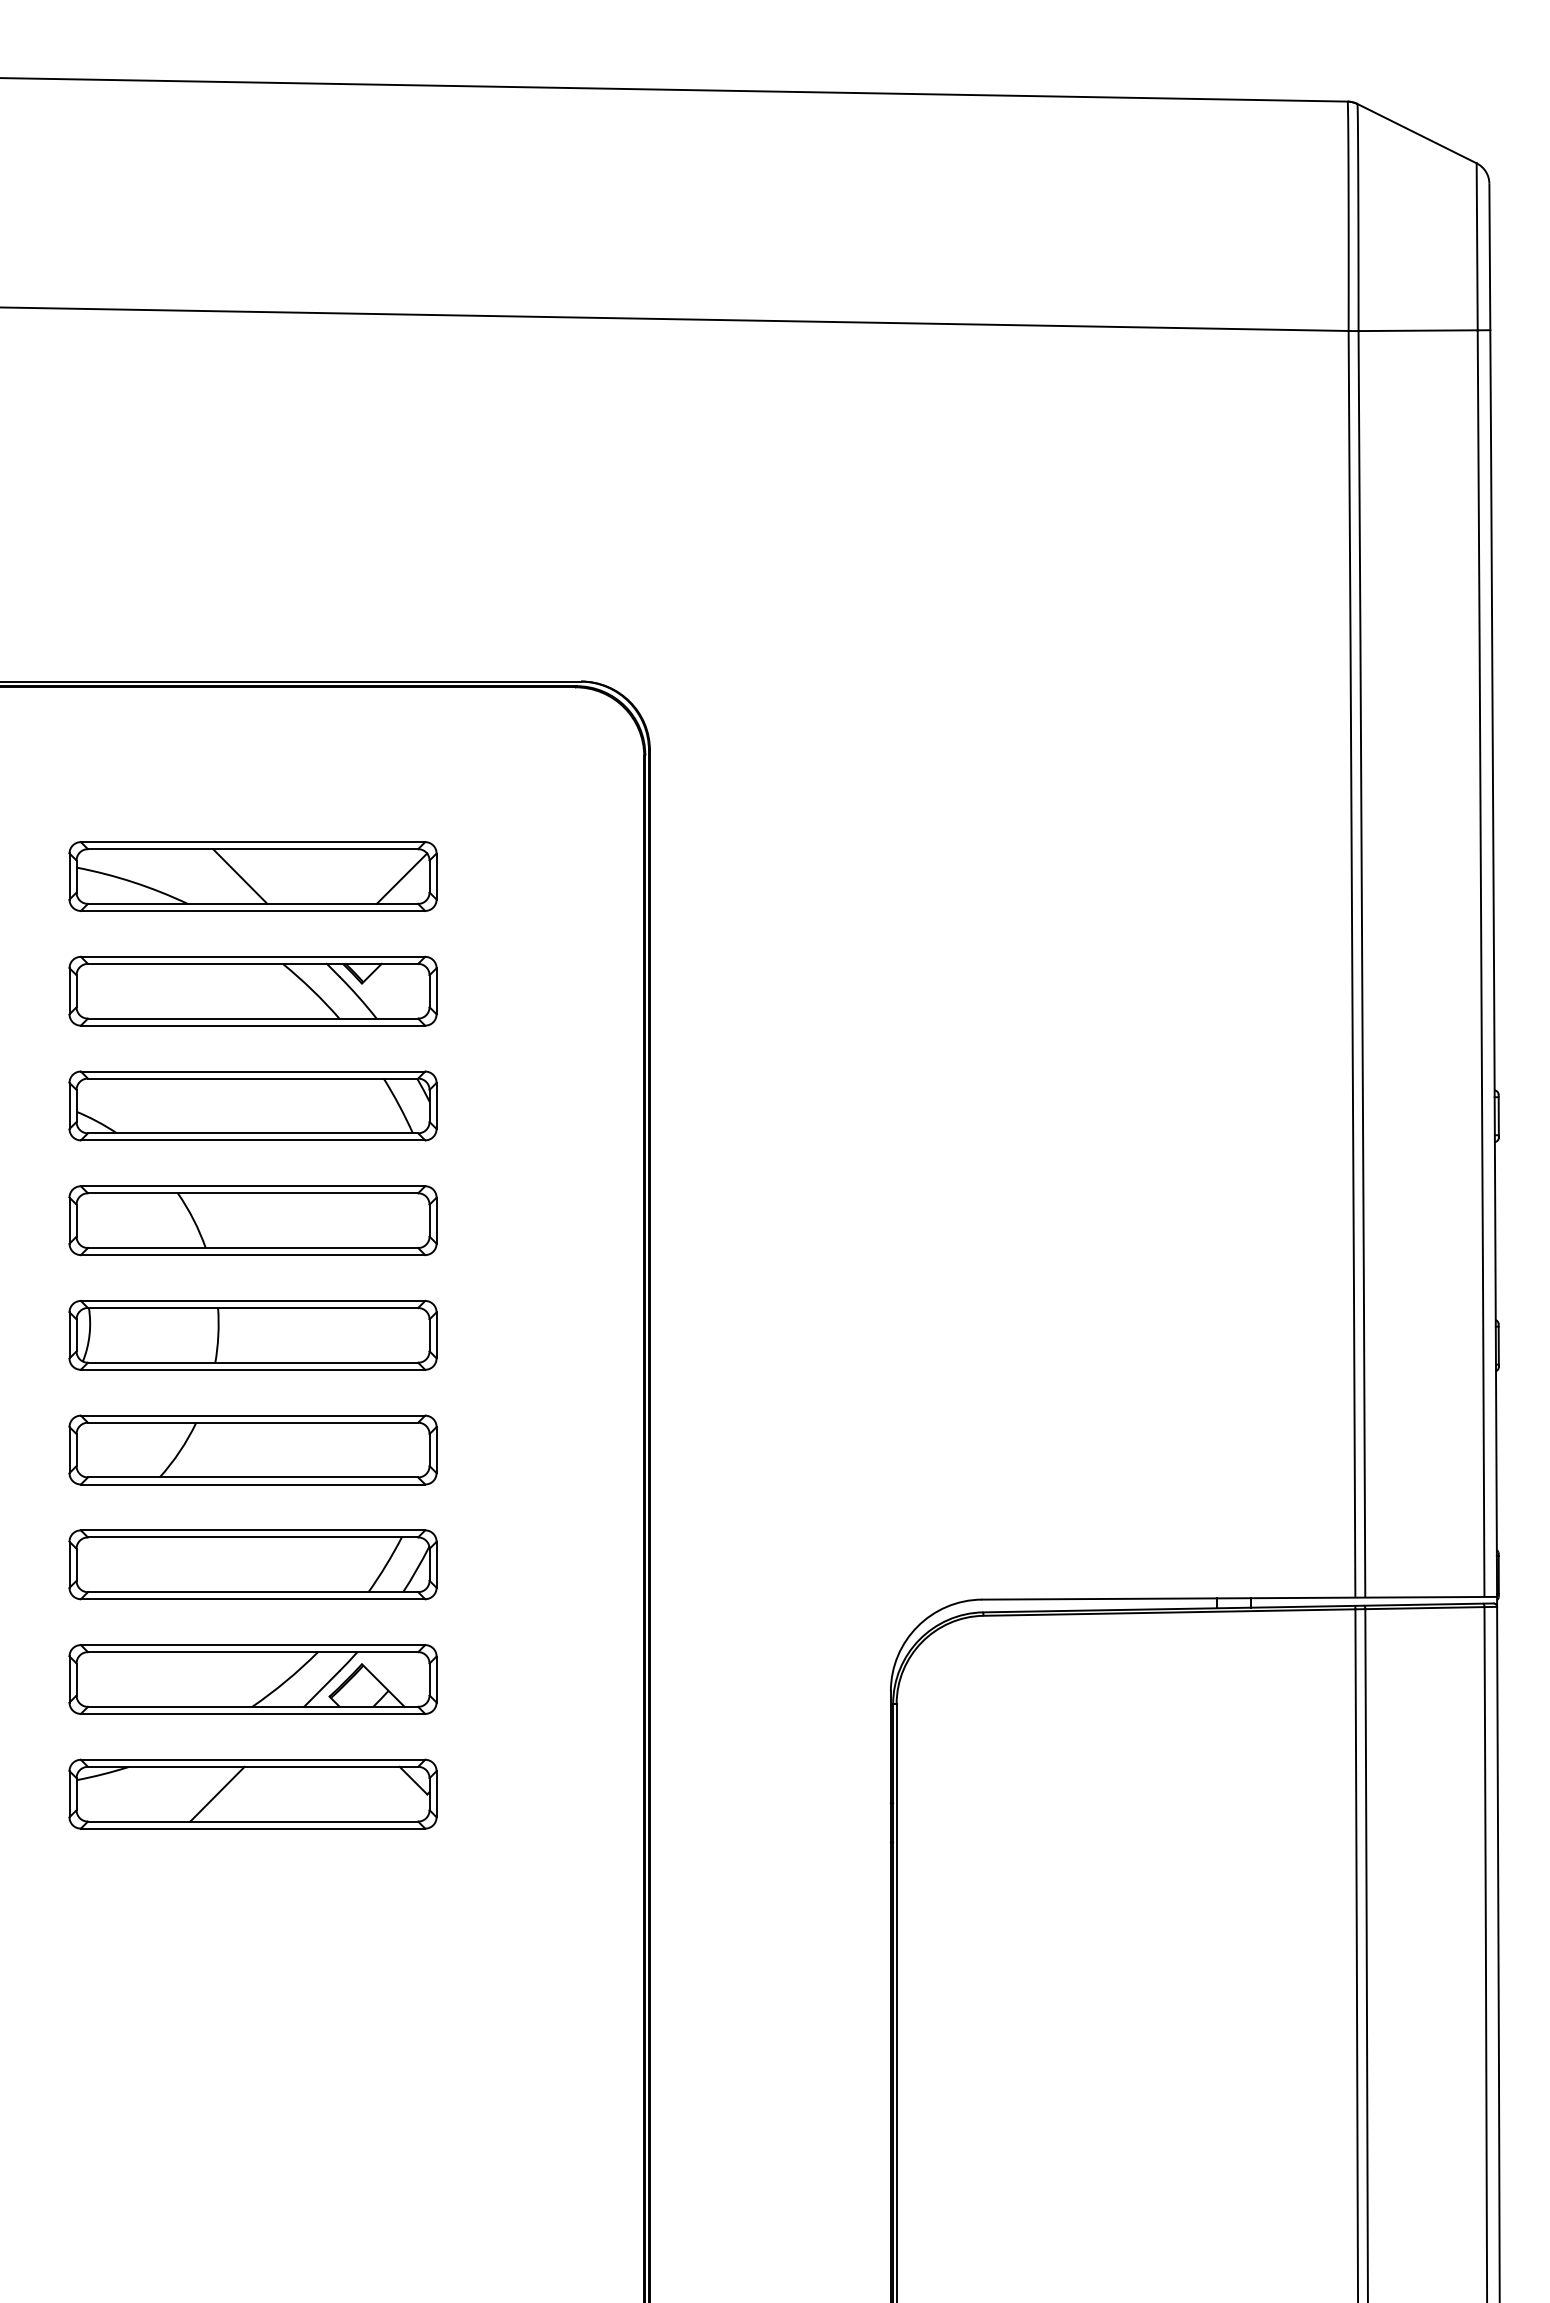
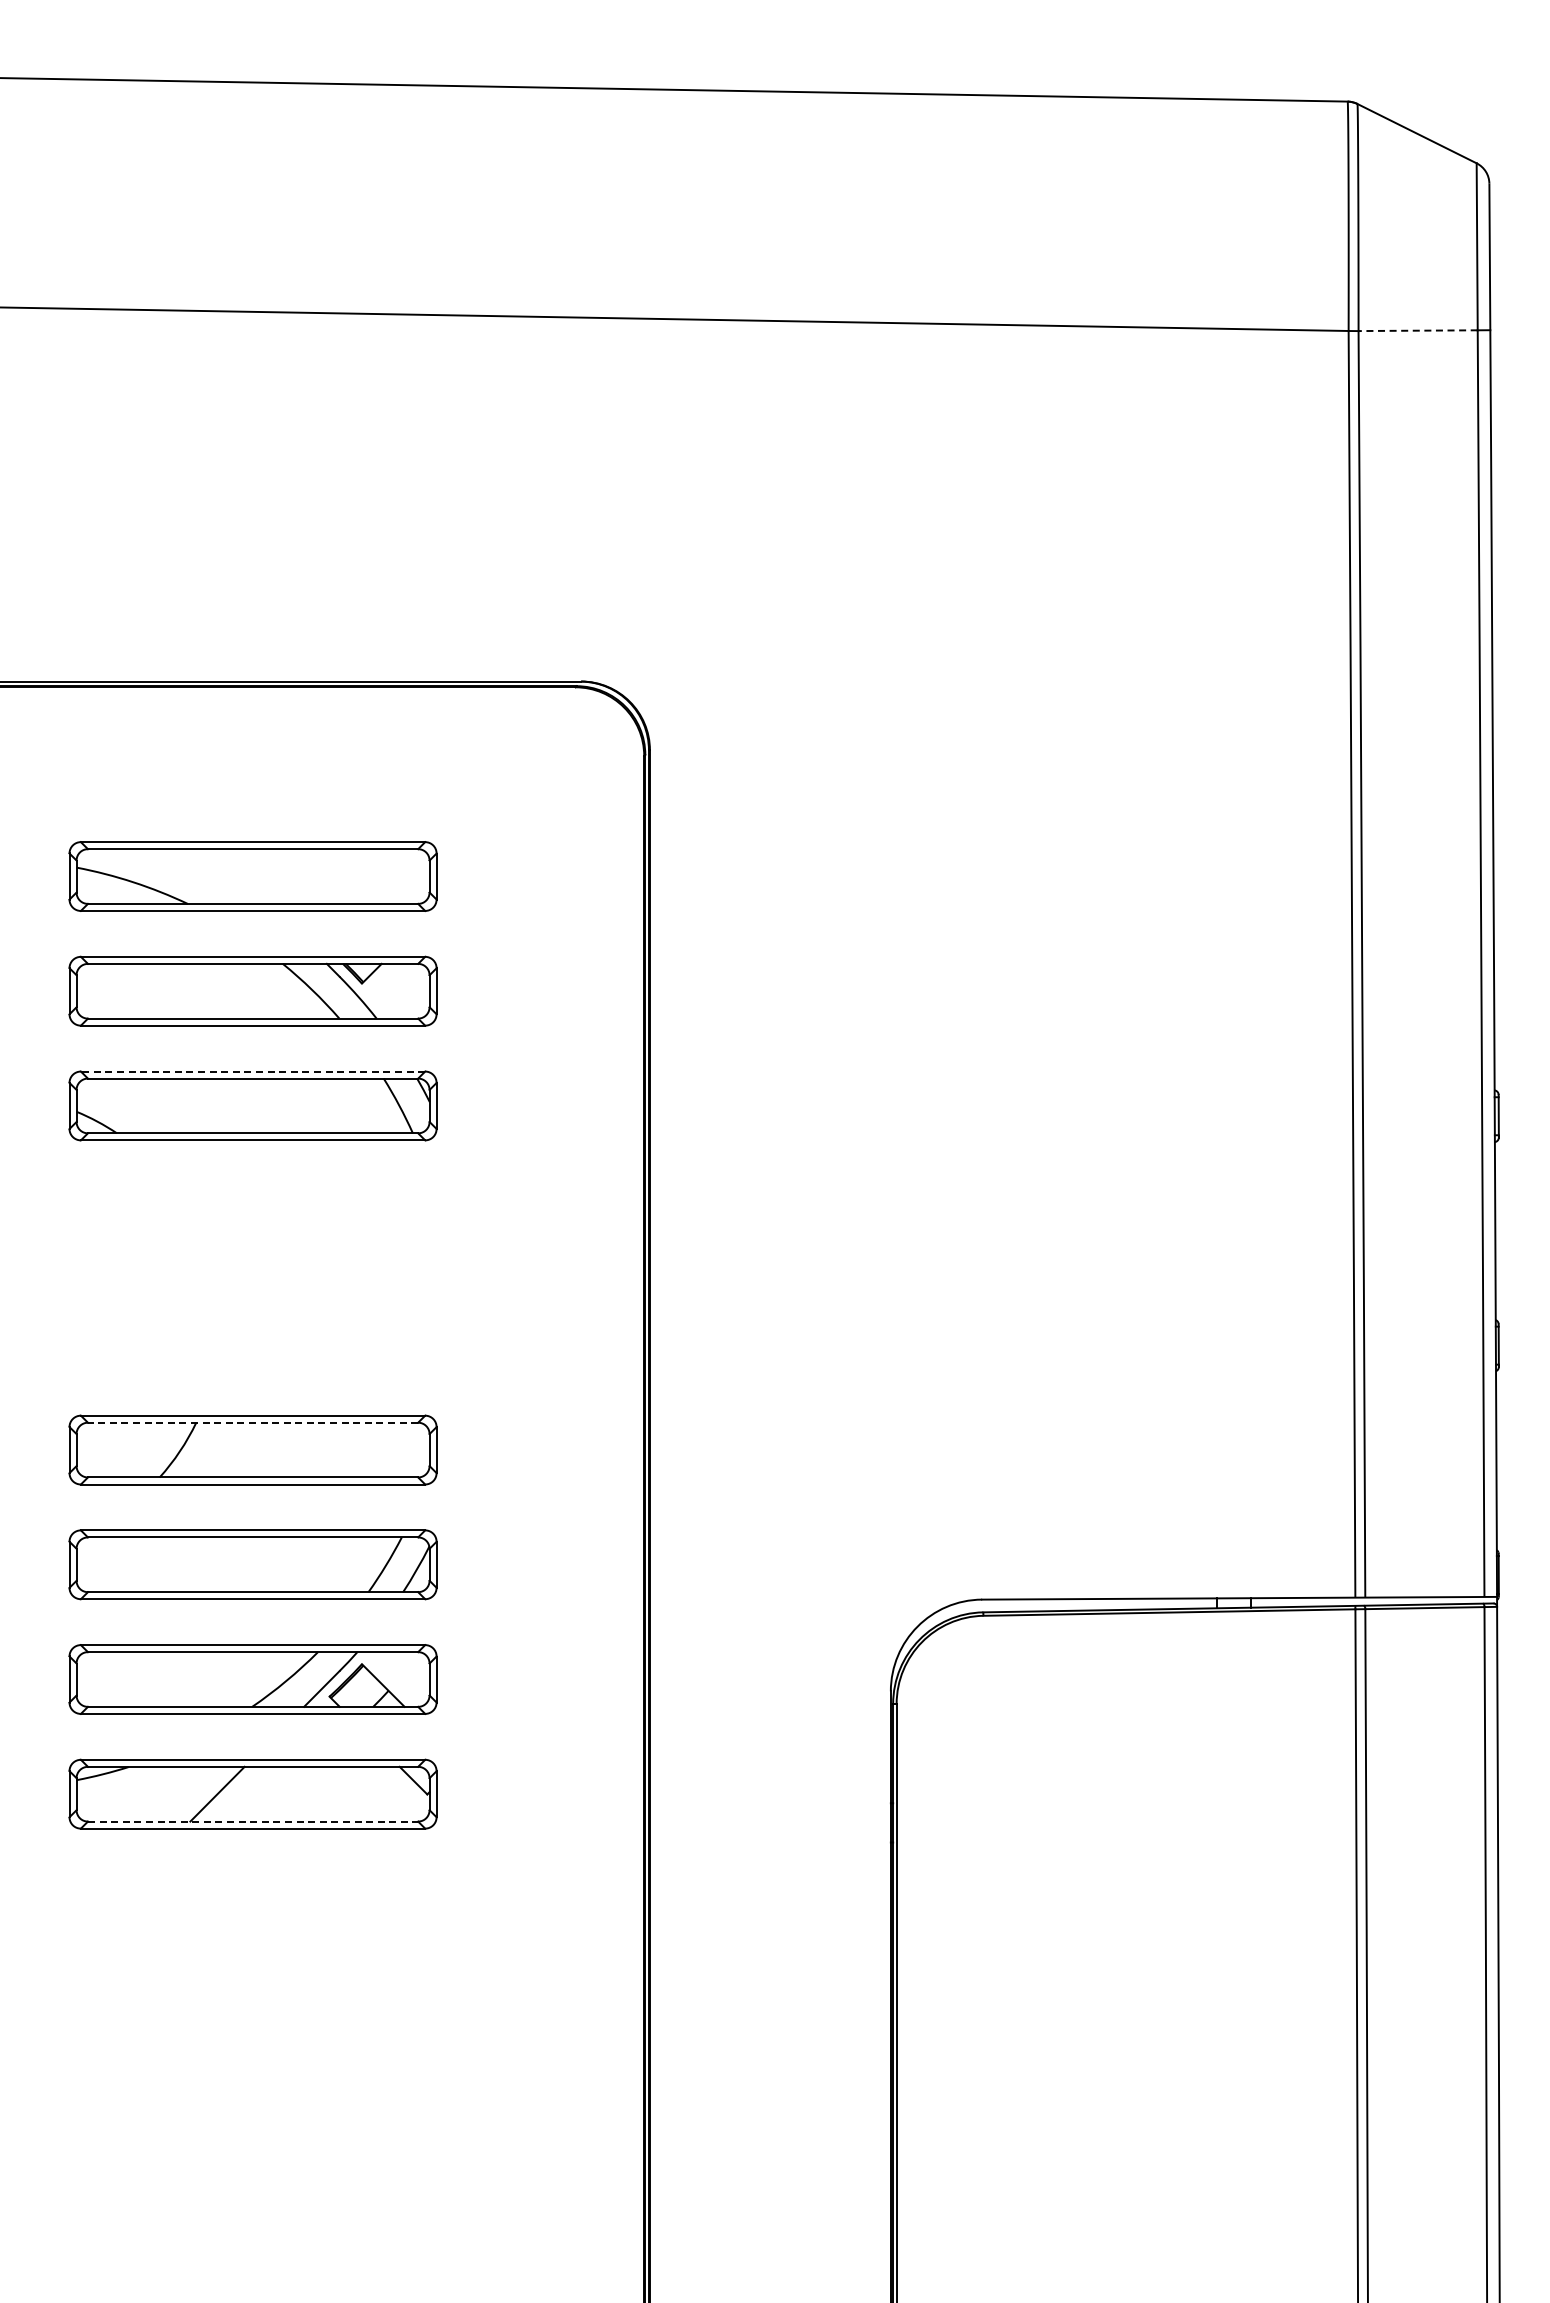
line at (1418, 330): solid -> dashed
line at (240, 876): present -> none
line at (401, 878): present -> none
line at (252, 1071): solid -> dashed
part at (252, 1220): present -> none
part at (252, 1334): present -> none
line at (252, 1422): solid -> dashed
line at (253, 1821): solid -> dashed
